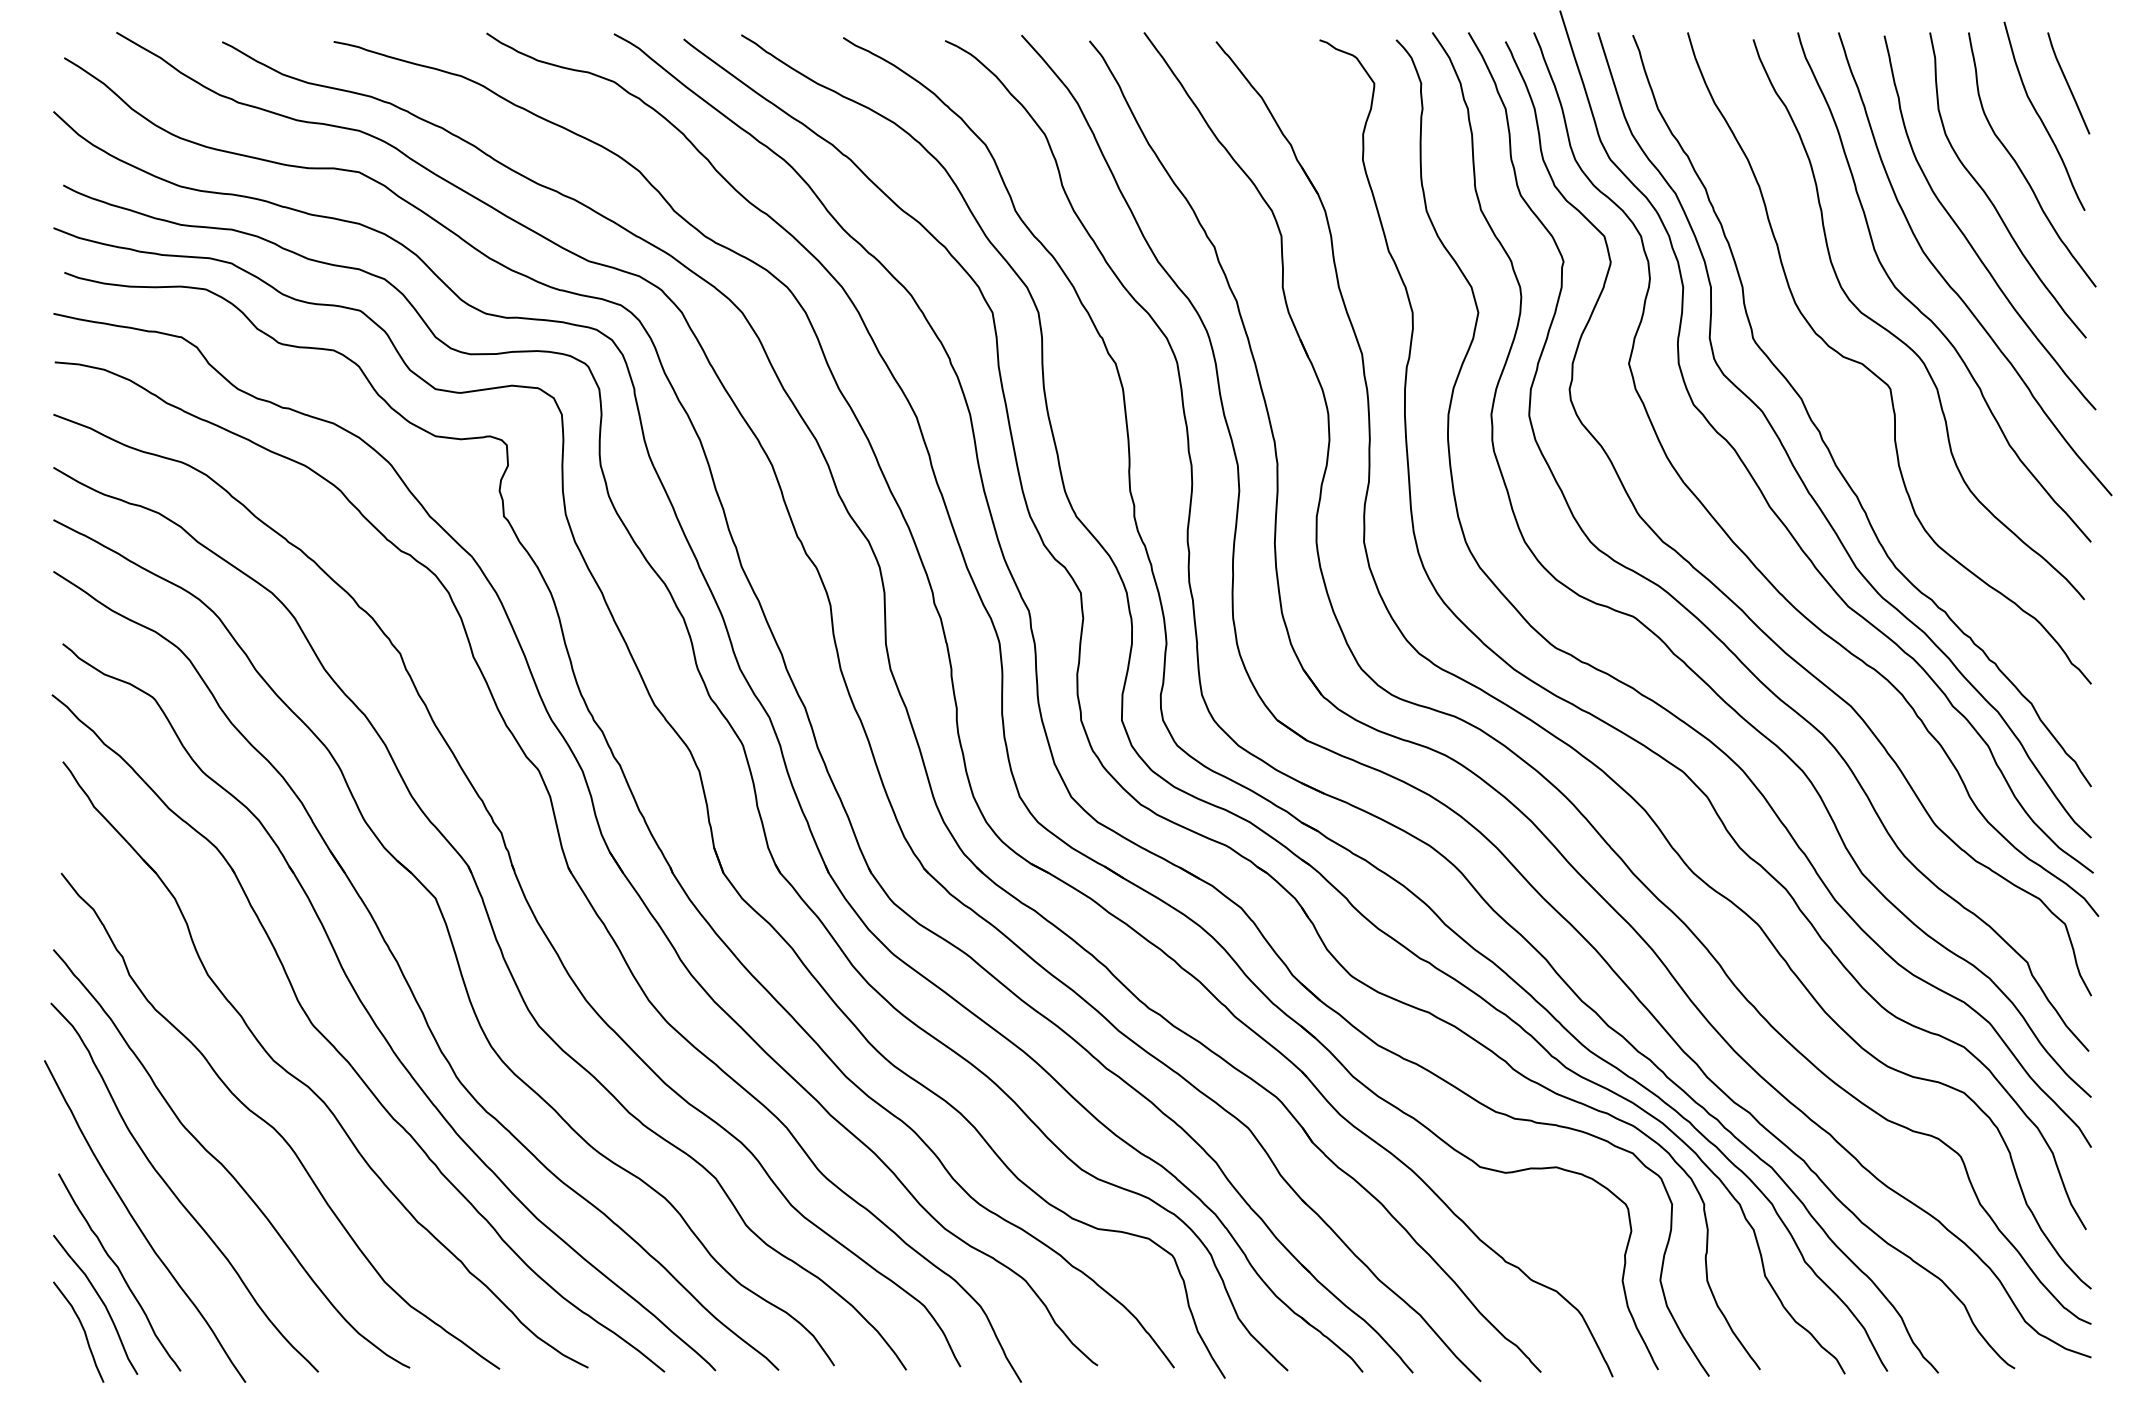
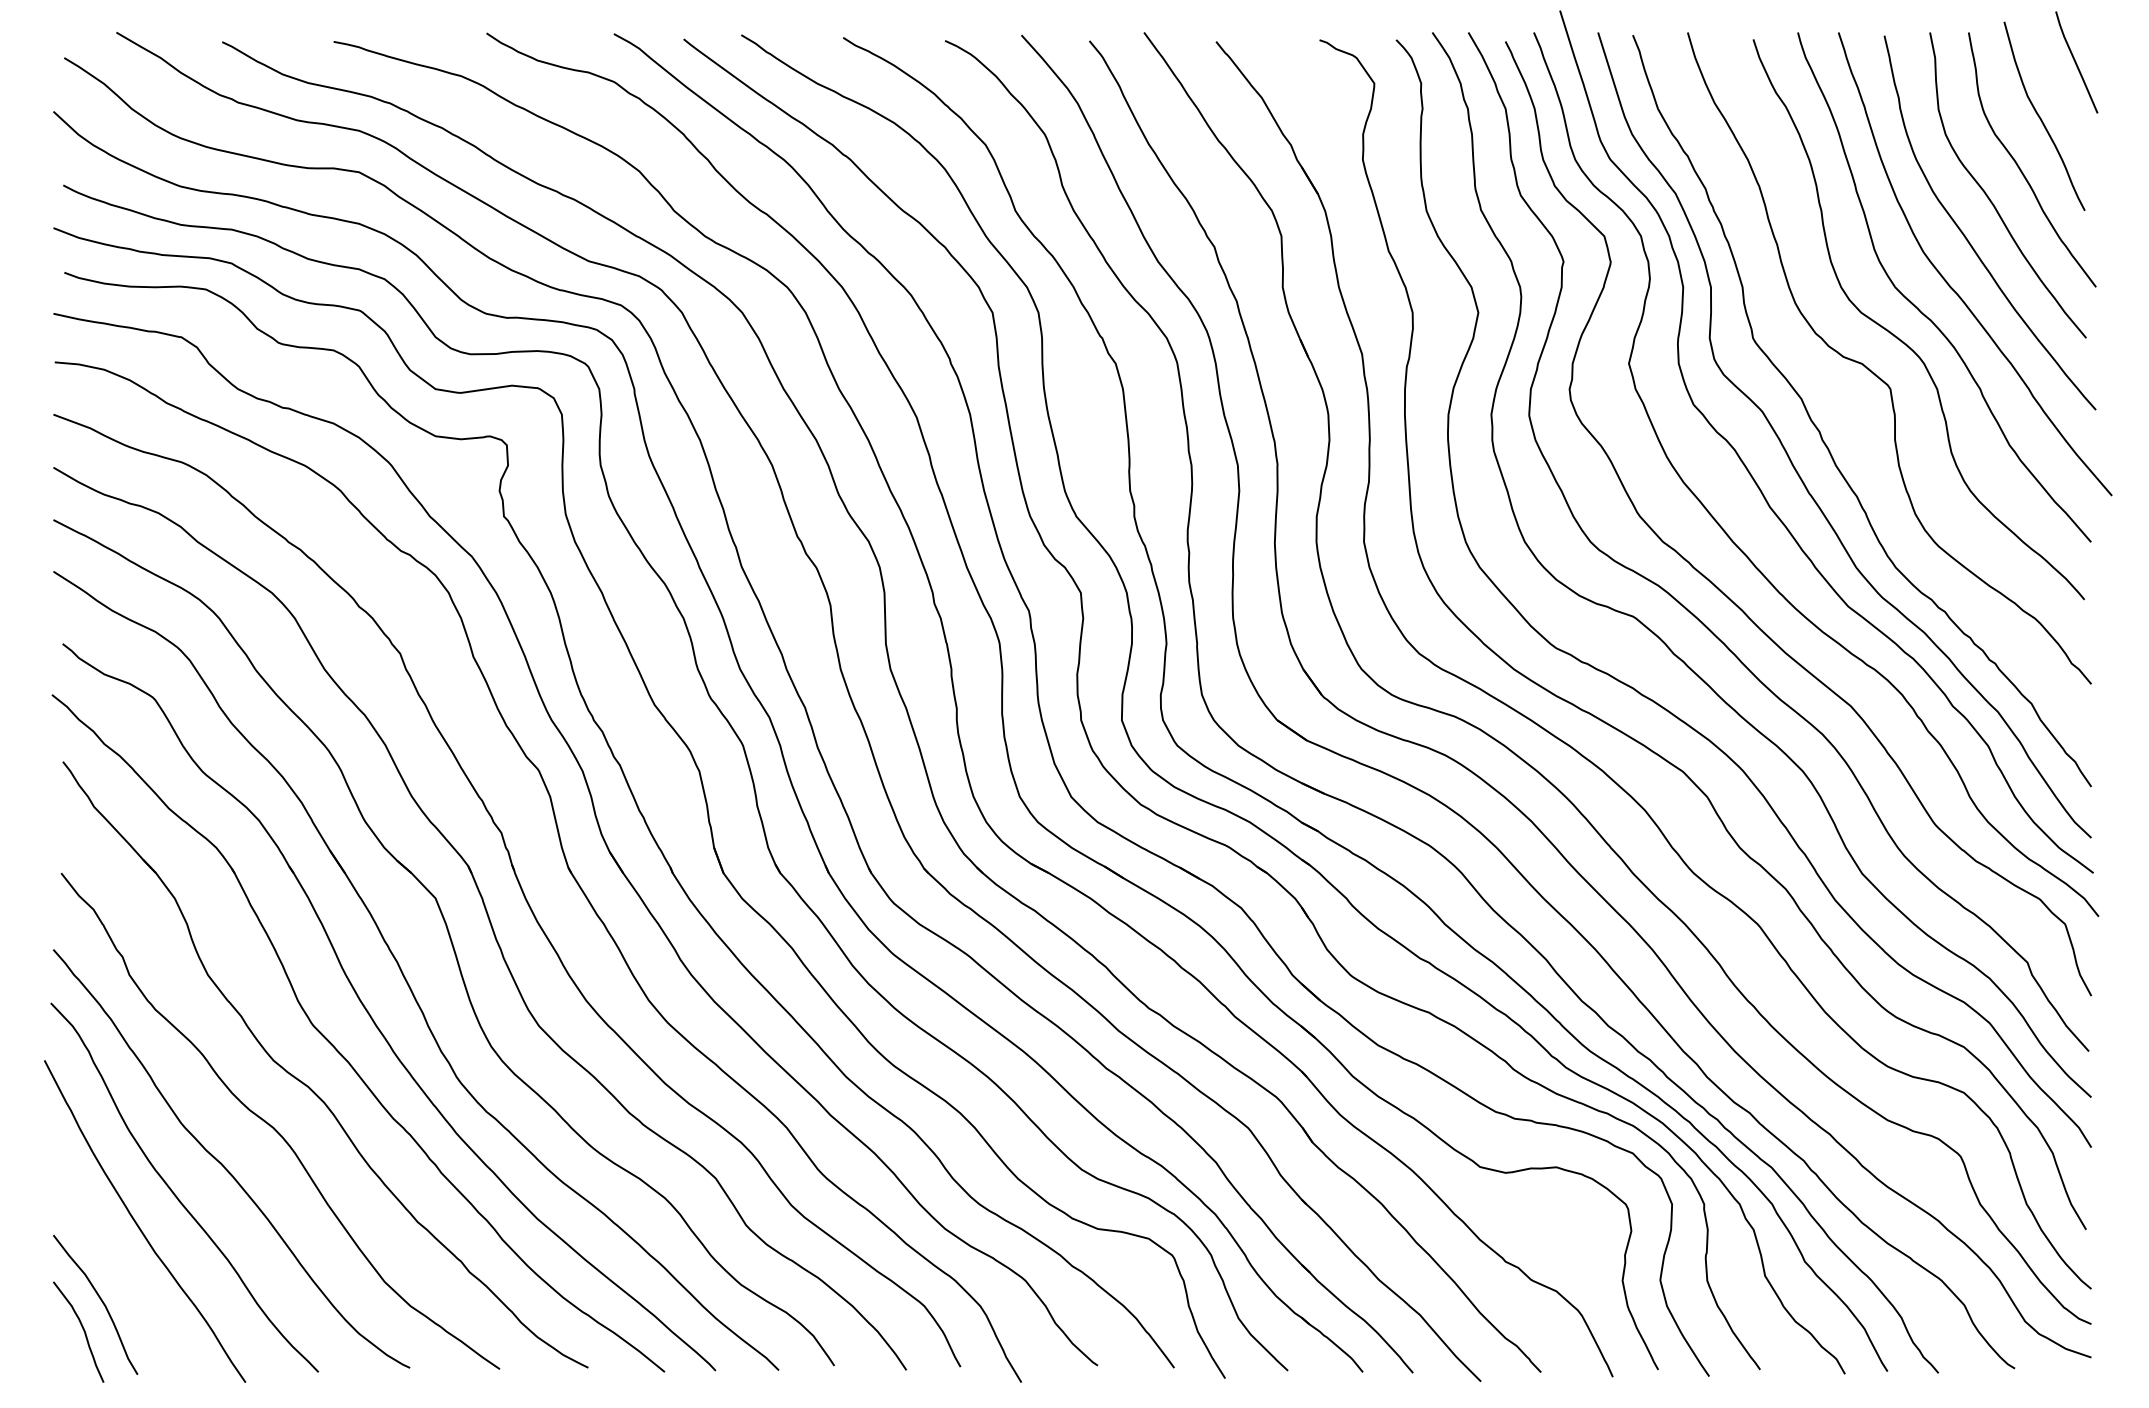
line at (2068, 83) position: (2068, 83) -> (2076, 62)
curve at (119, 1272): present -> none
